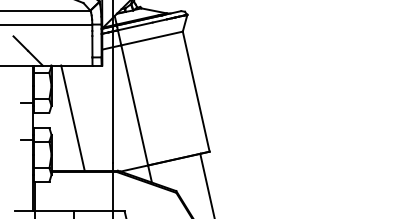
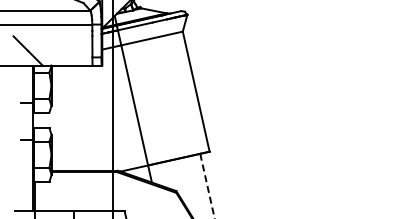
line at (72, 117): present -> none
line at (207, 186): solid -> dashed
